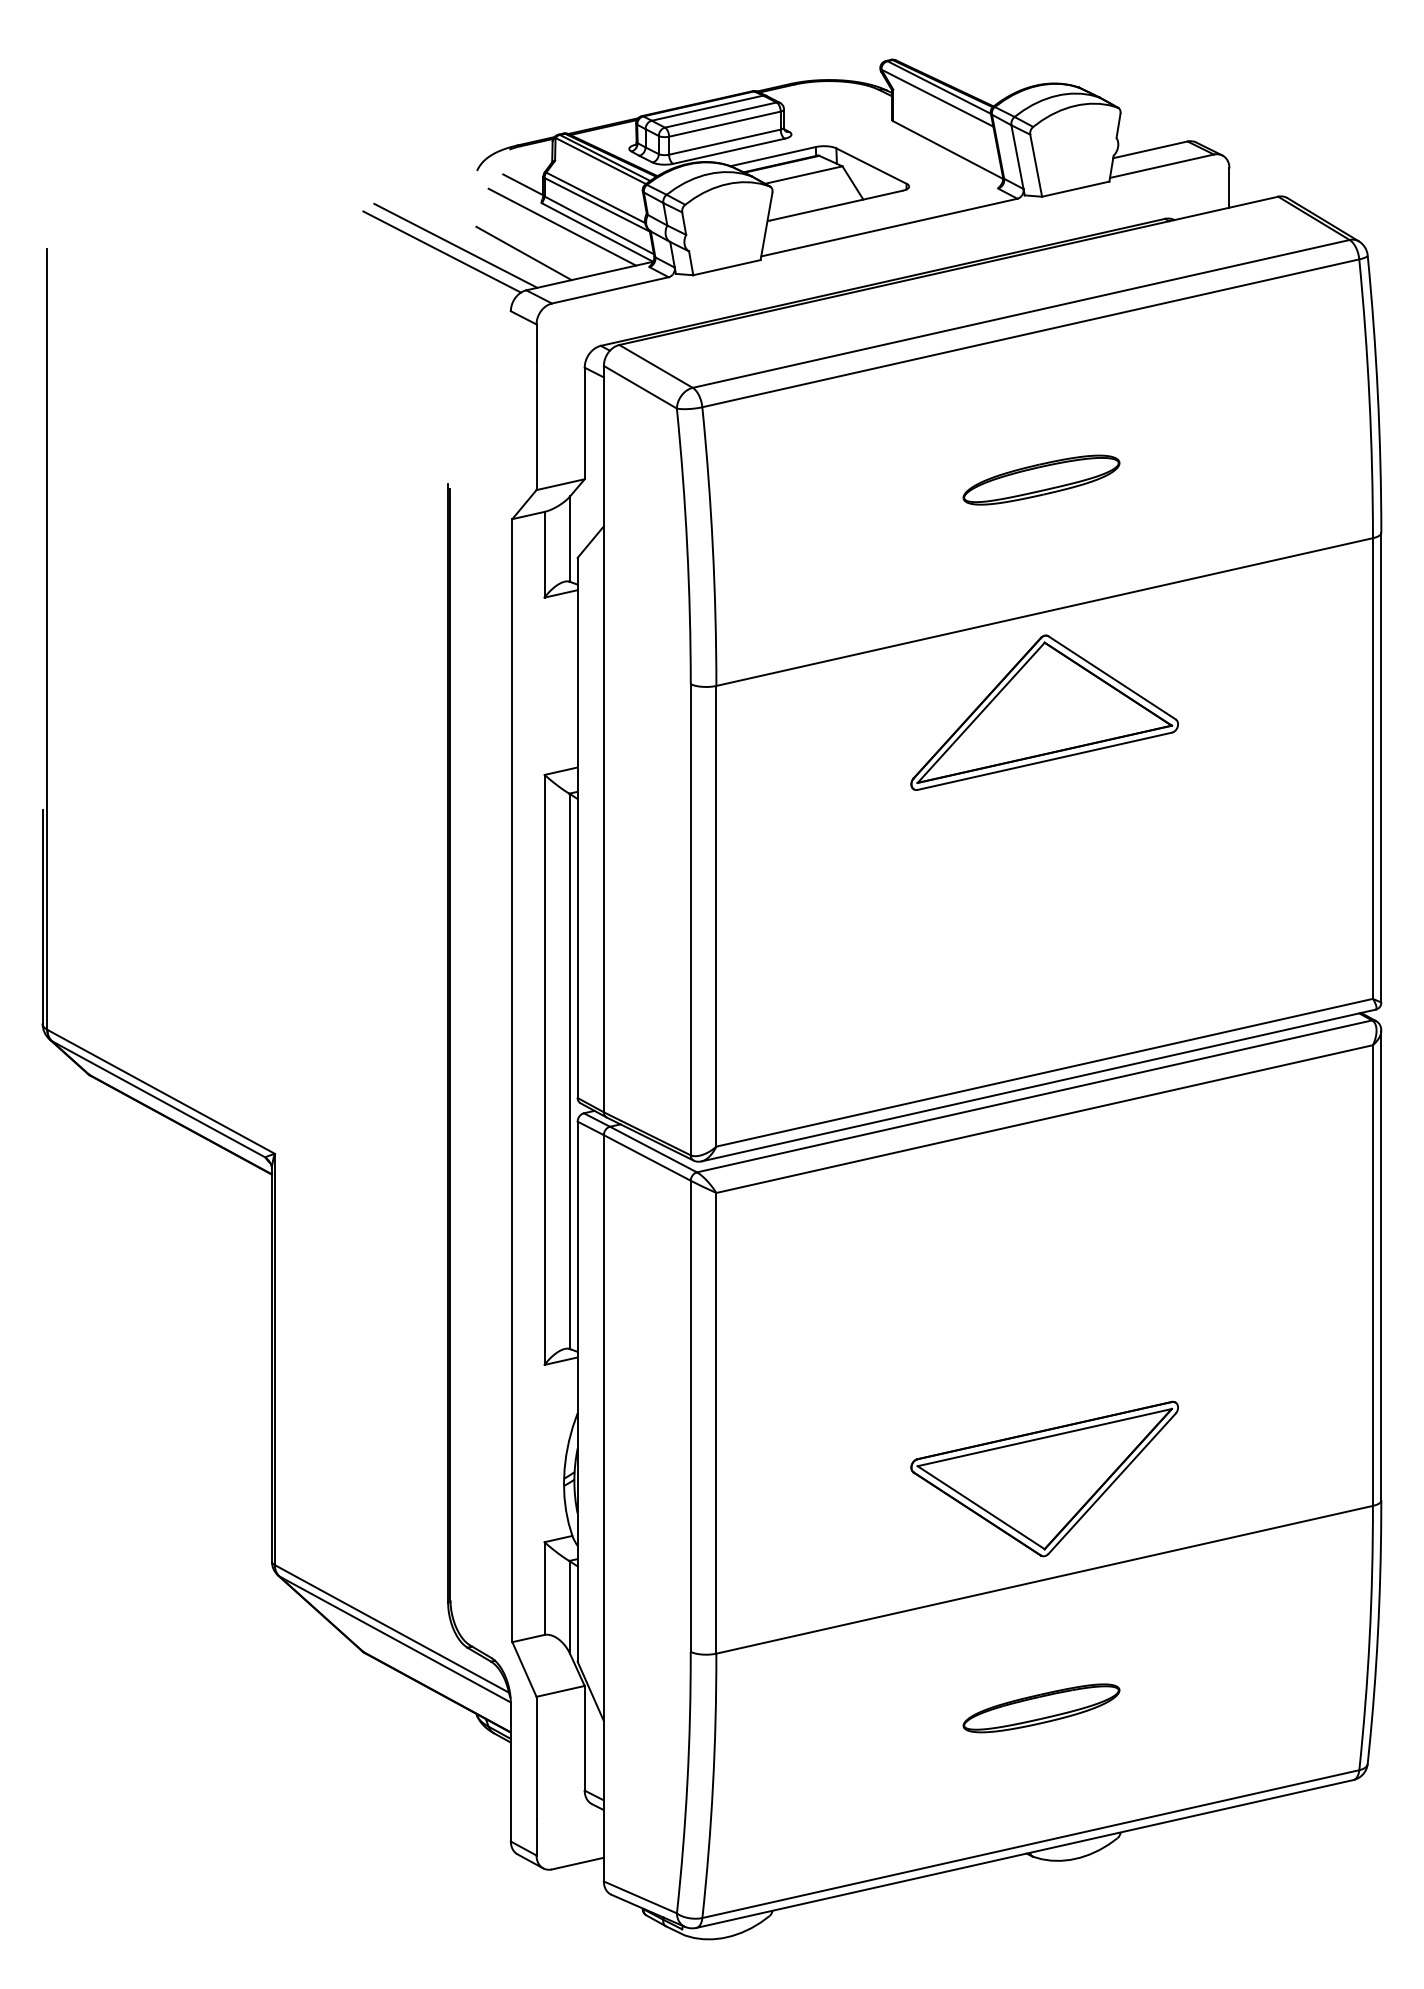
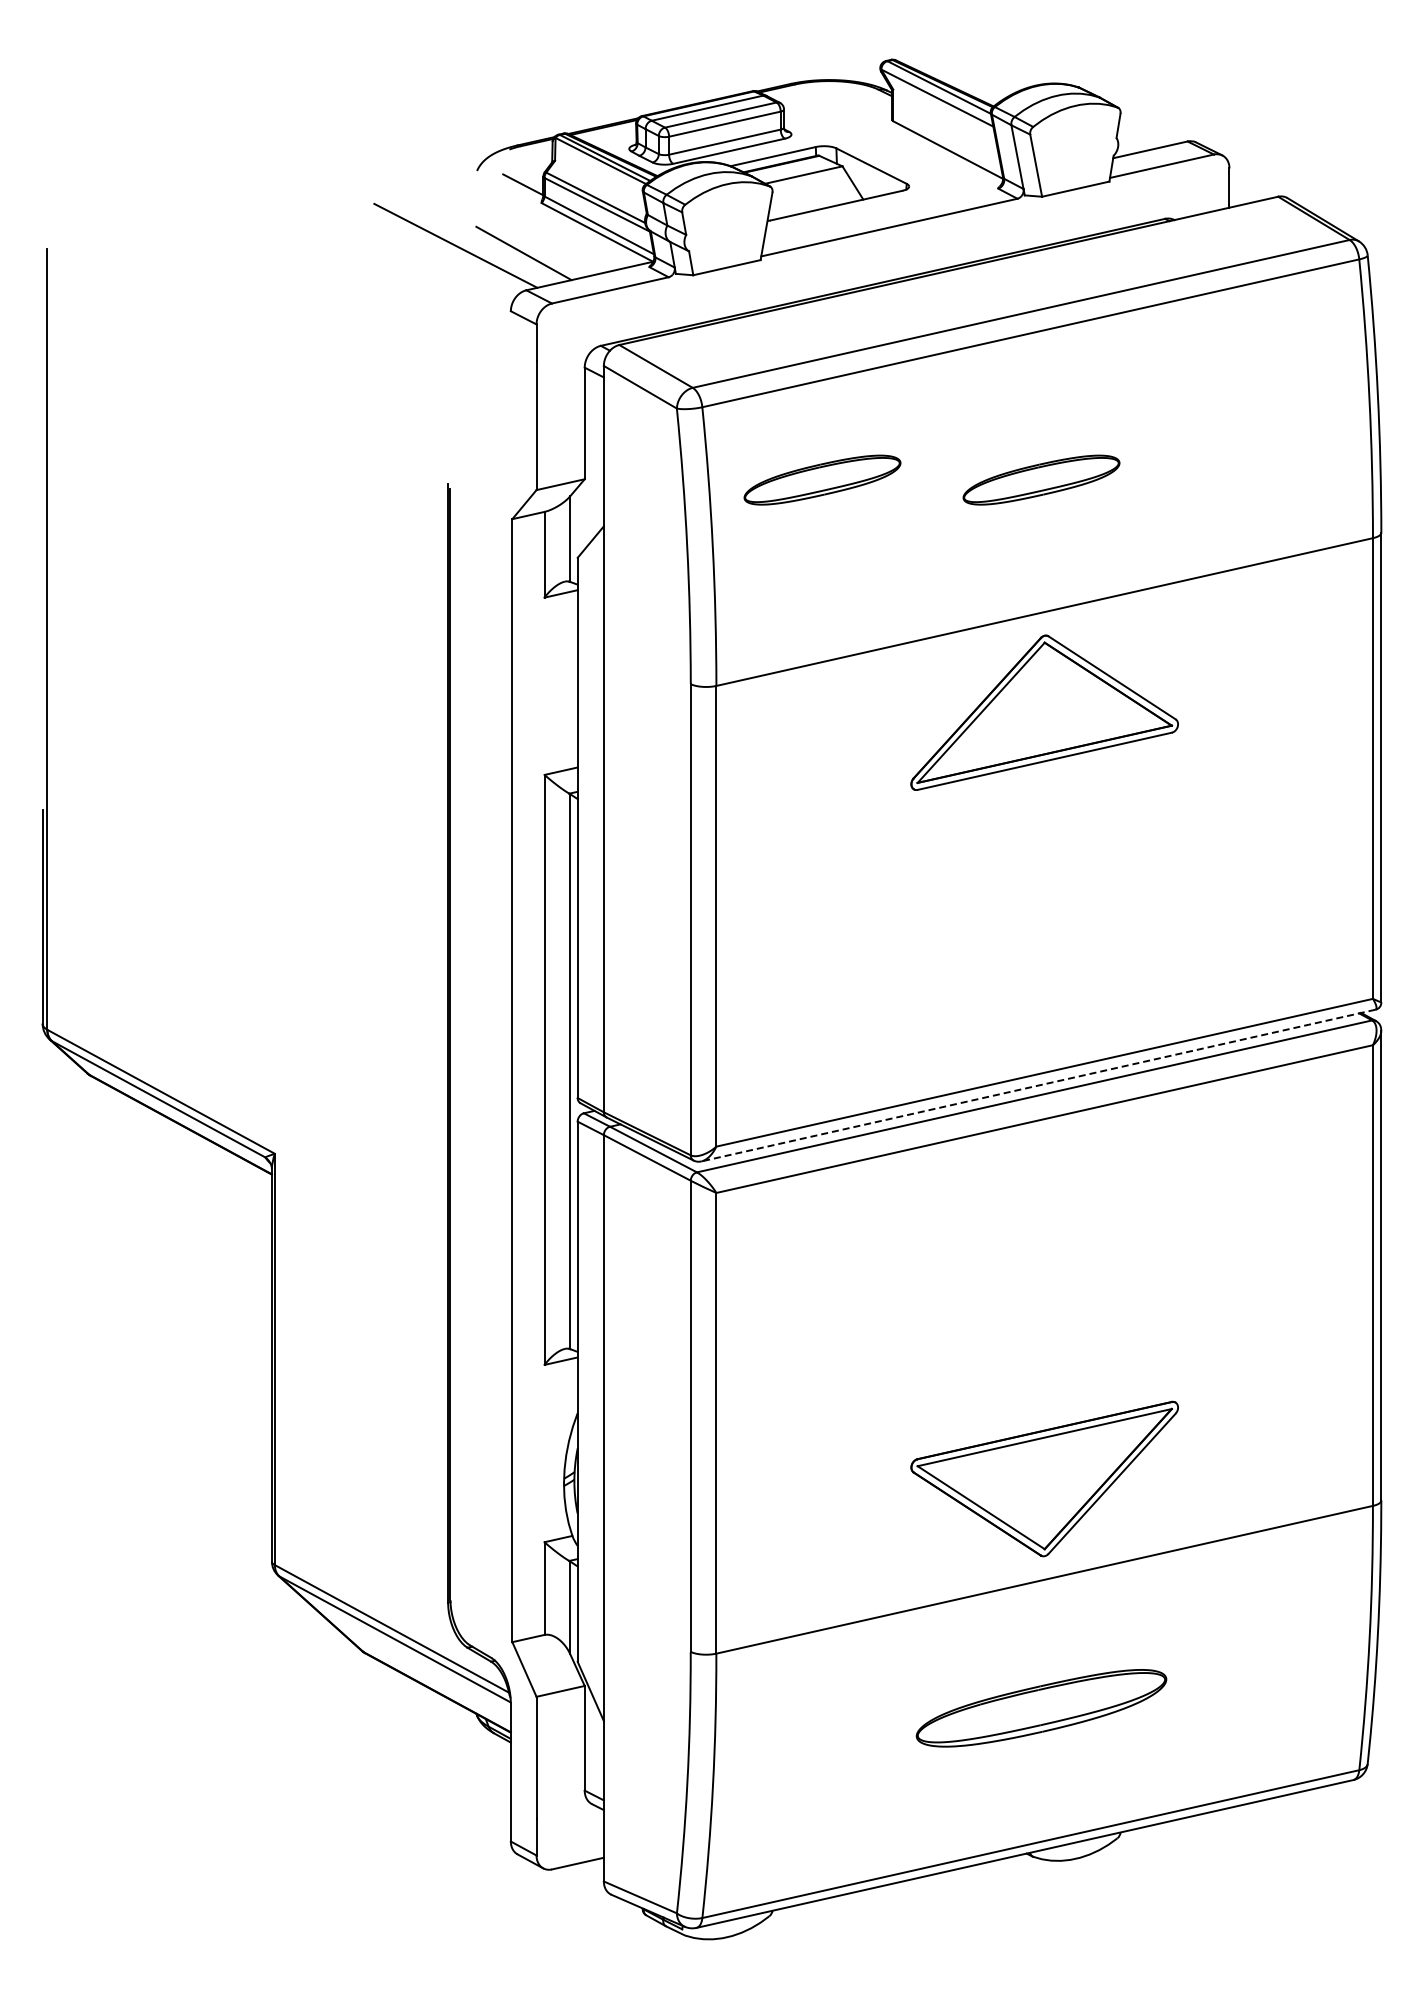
line at (562, 226): present -> none
line at (441, 251): present -> none
part at (822, 479): none -> present
line at (1038, 1085): solid -> dashed
part at (1041, 1708) size: 159x51 px -> 253x79 px
